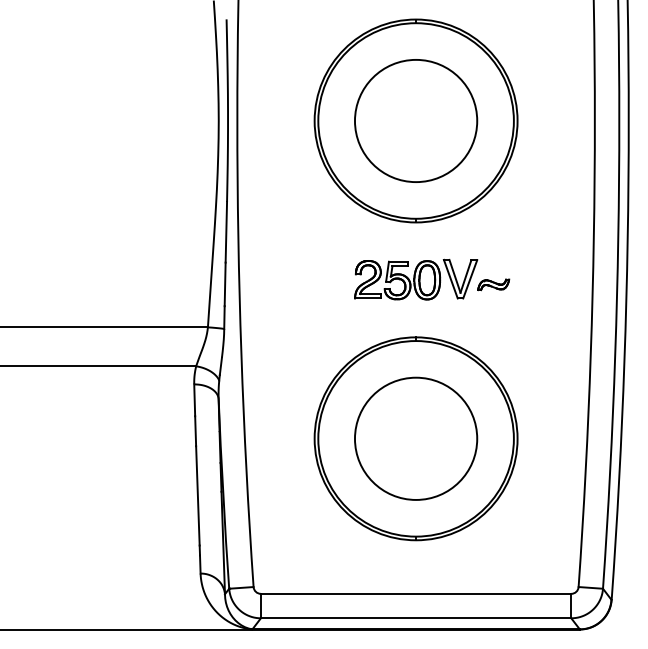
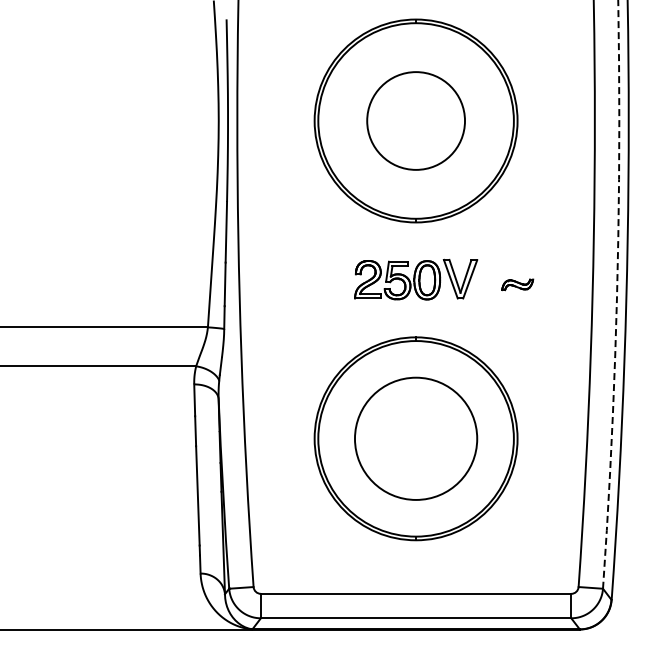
circle at (415, 120) diameter: 122 px -> 98 px
part at (493, 284) position: (493, 284) -> (517, 284)
arc at (617, 294): solid -> dashed
